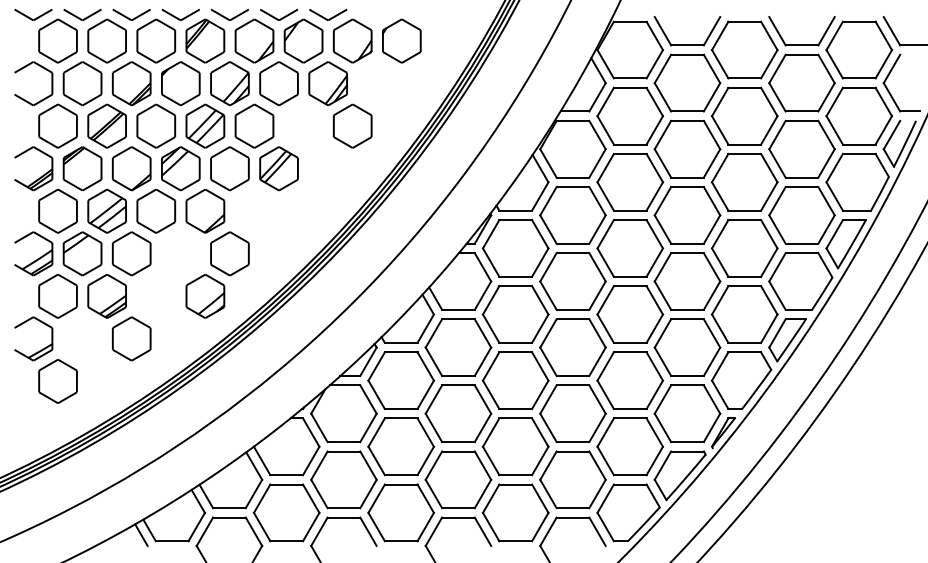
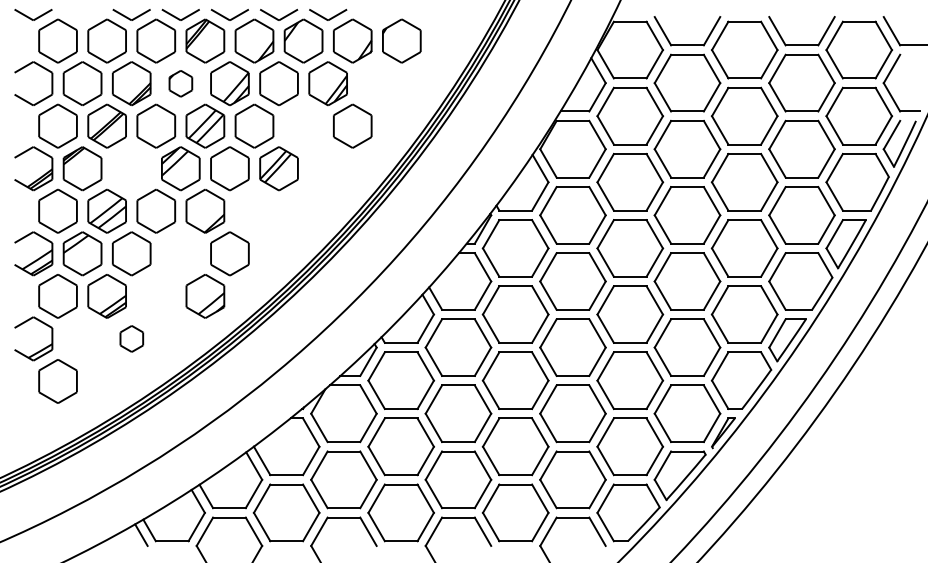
part at (82, 14): present -> none
part at (180, 83) size: 40x46 px -> 26x28 px
part at (131, 168): present -> none
part at (131, 338) size: 40x46 px -> 26x28 px
